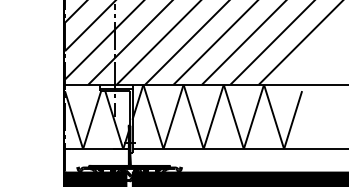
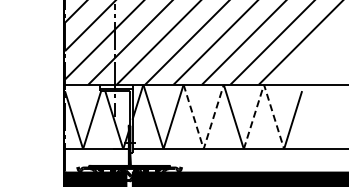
line at (264, 84): solid -> dashed
line at (203, 149): solid -> dashed
